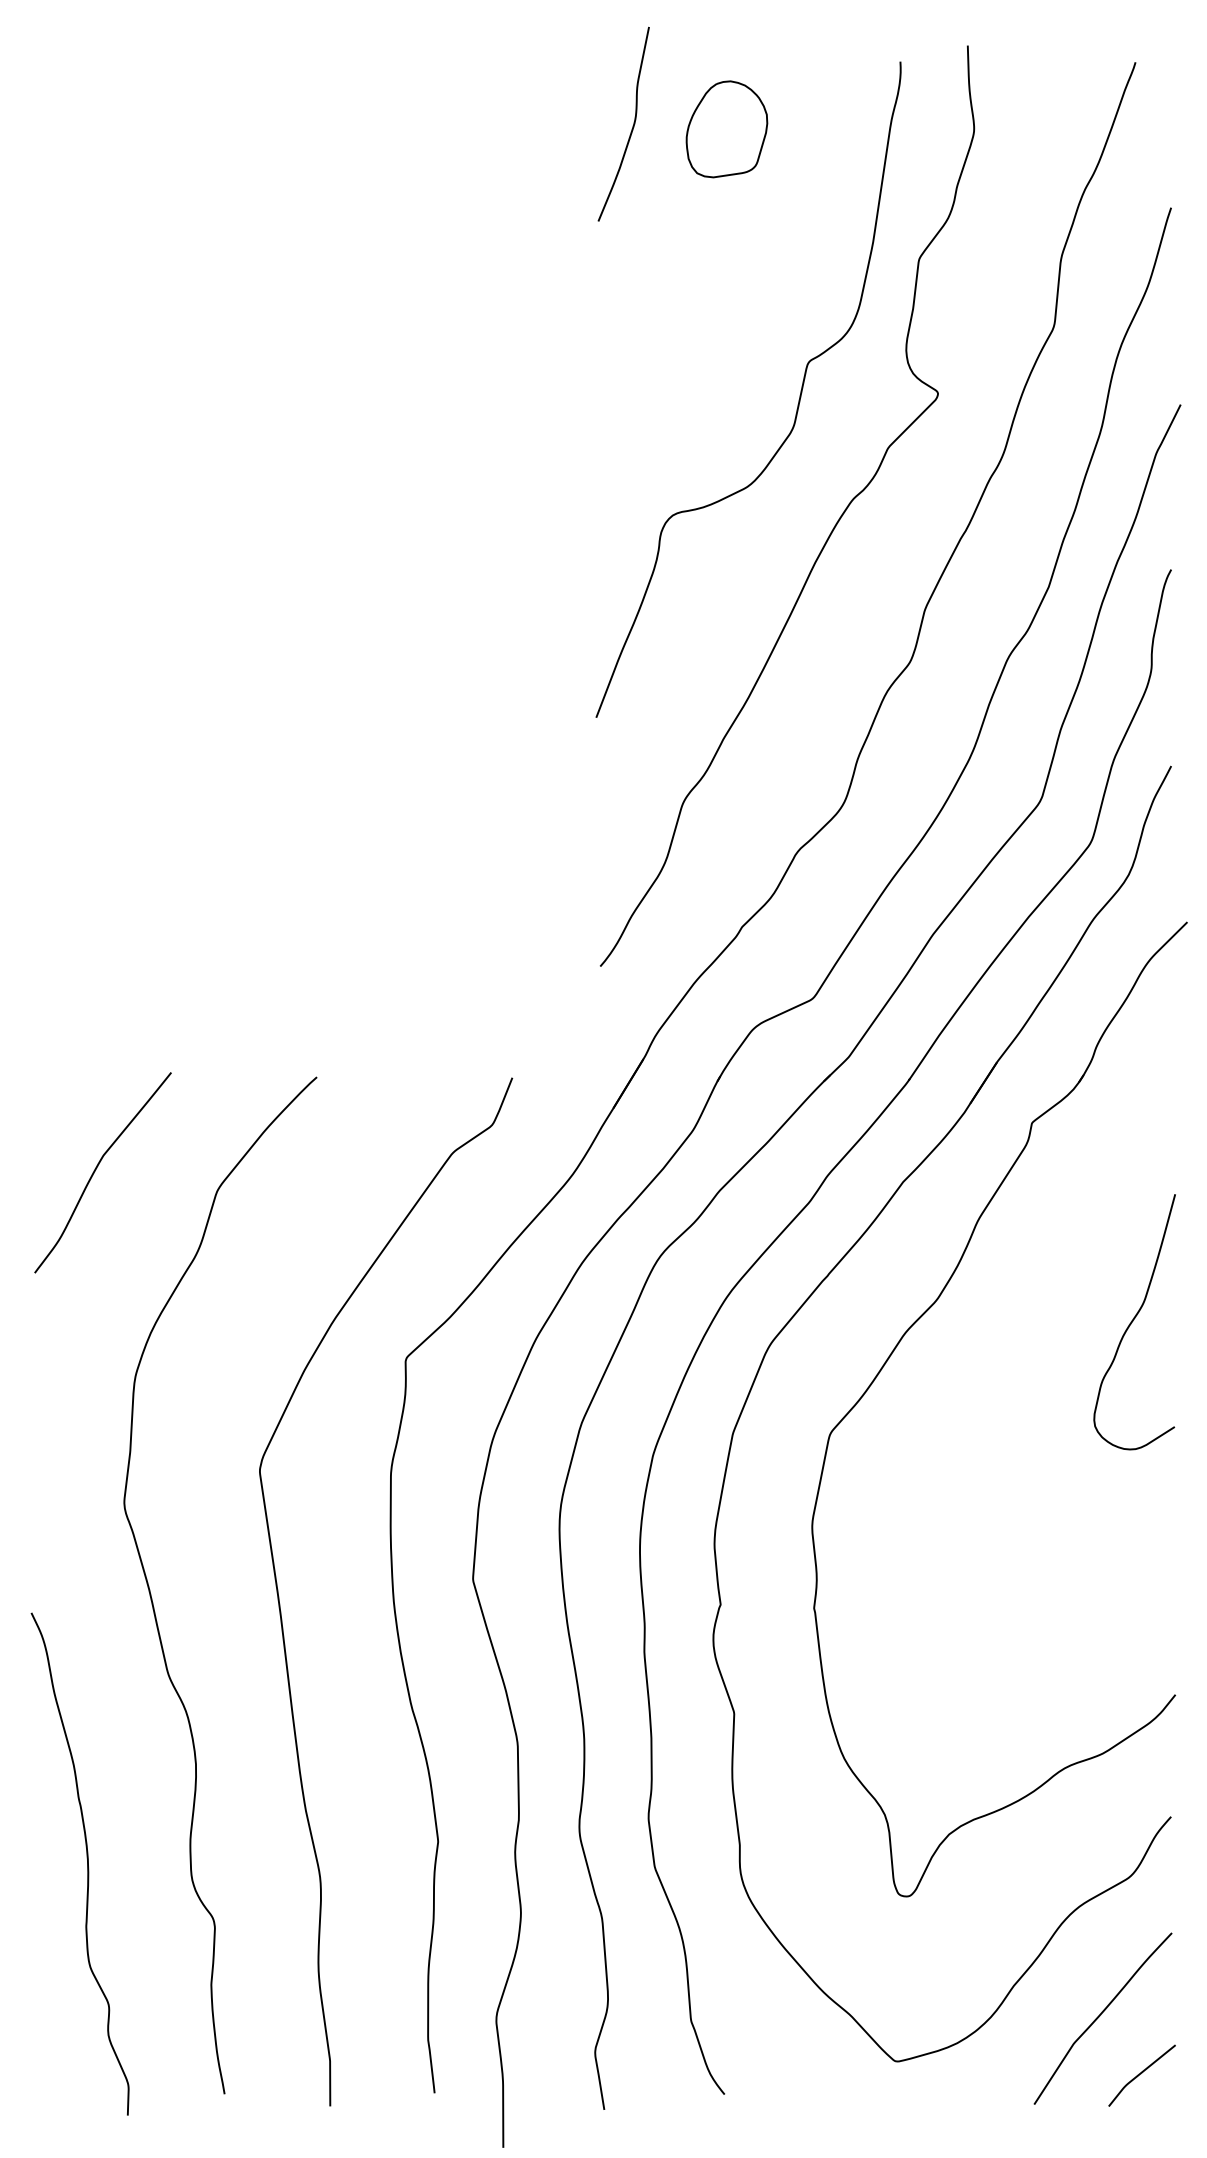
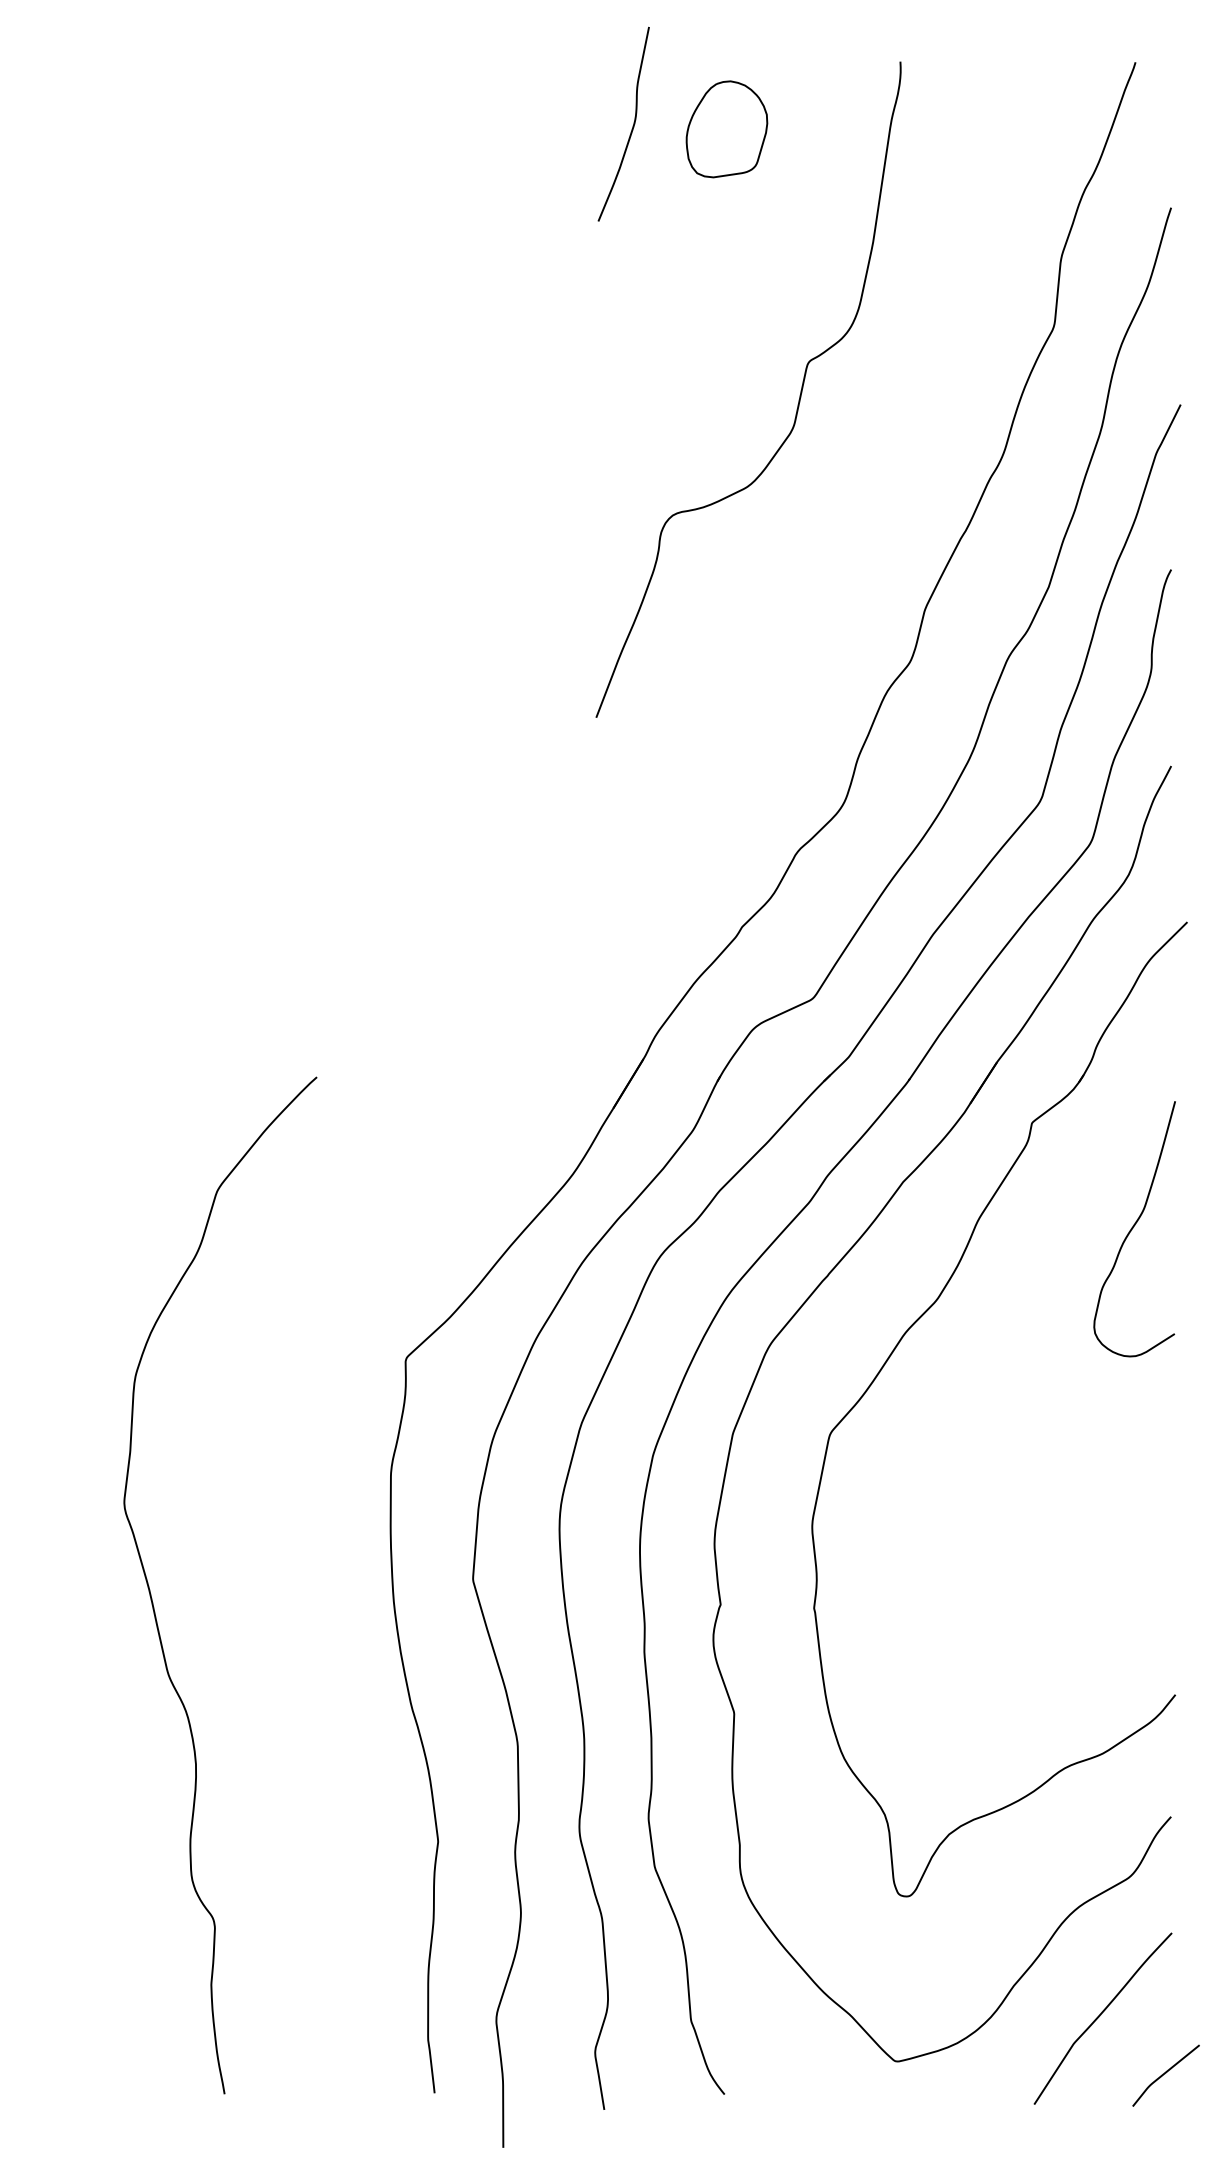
curve at (832, 528): present -> none
curve at (97, 1168): present -> none
curve at (1133, 1321) position: (1133, 1321) -> (1133, 1228)
curve at (280, 1603): present -> none
curve at (87, 1863): present -> none
curve at (1141, 2074) position: (1141, 2074) -> (1165, 2074)
